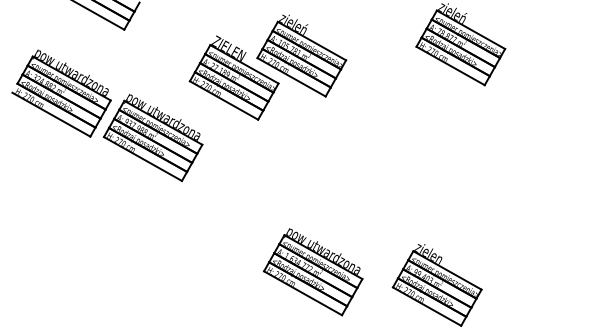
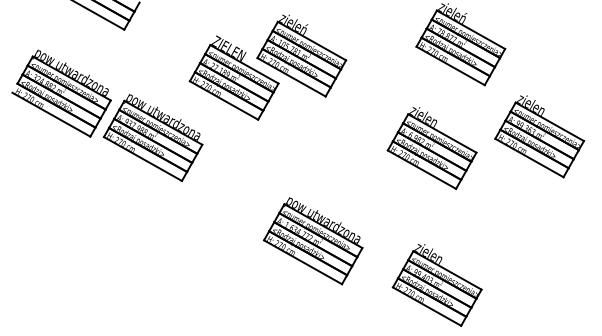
part at (539, 136): none -> present
part at (431, 148): none -> present
part at (313, 272) position: (313, 272) -> (313, 241)
